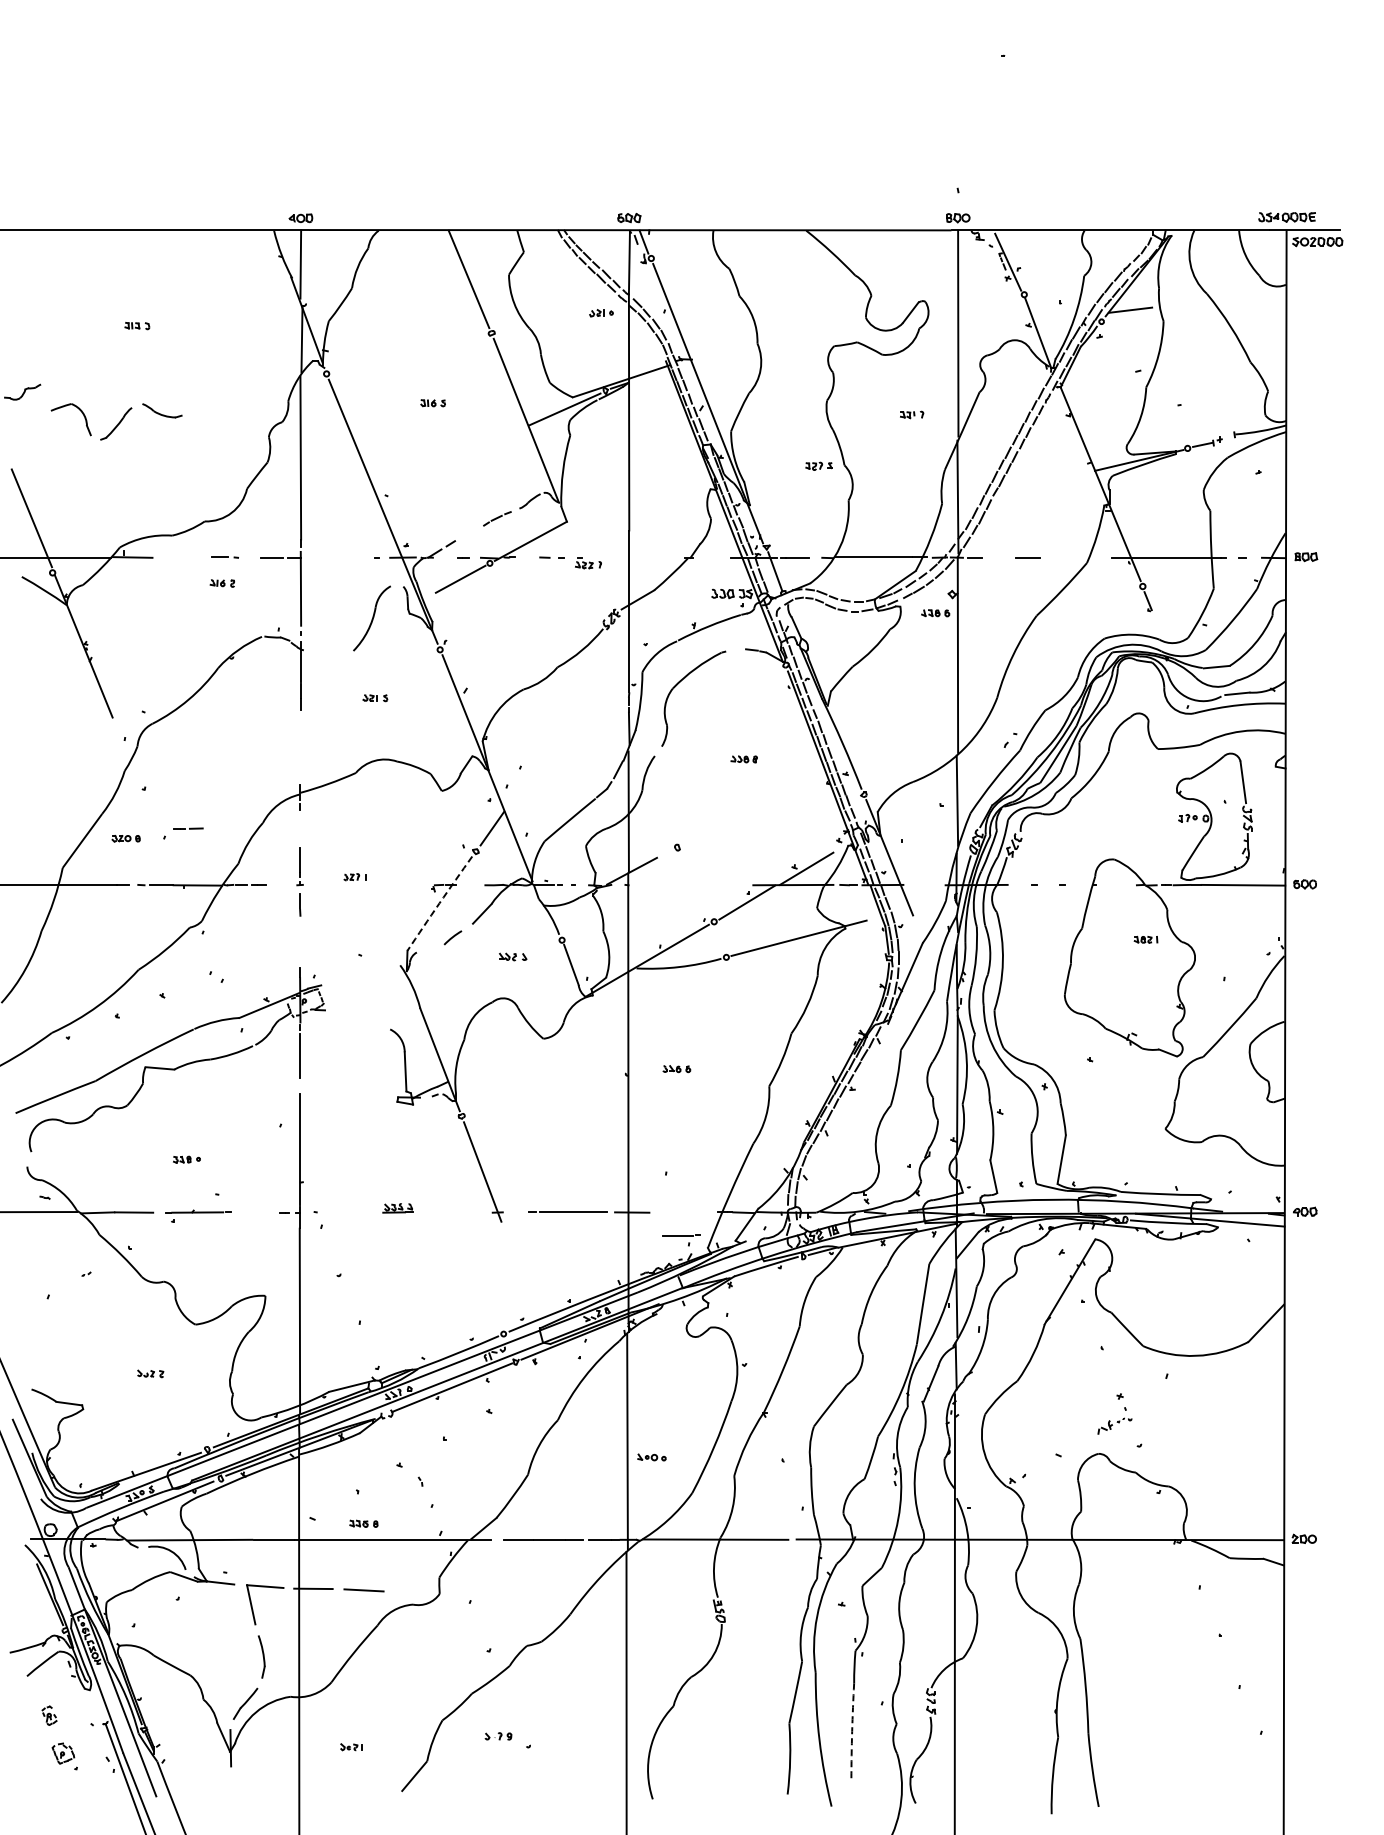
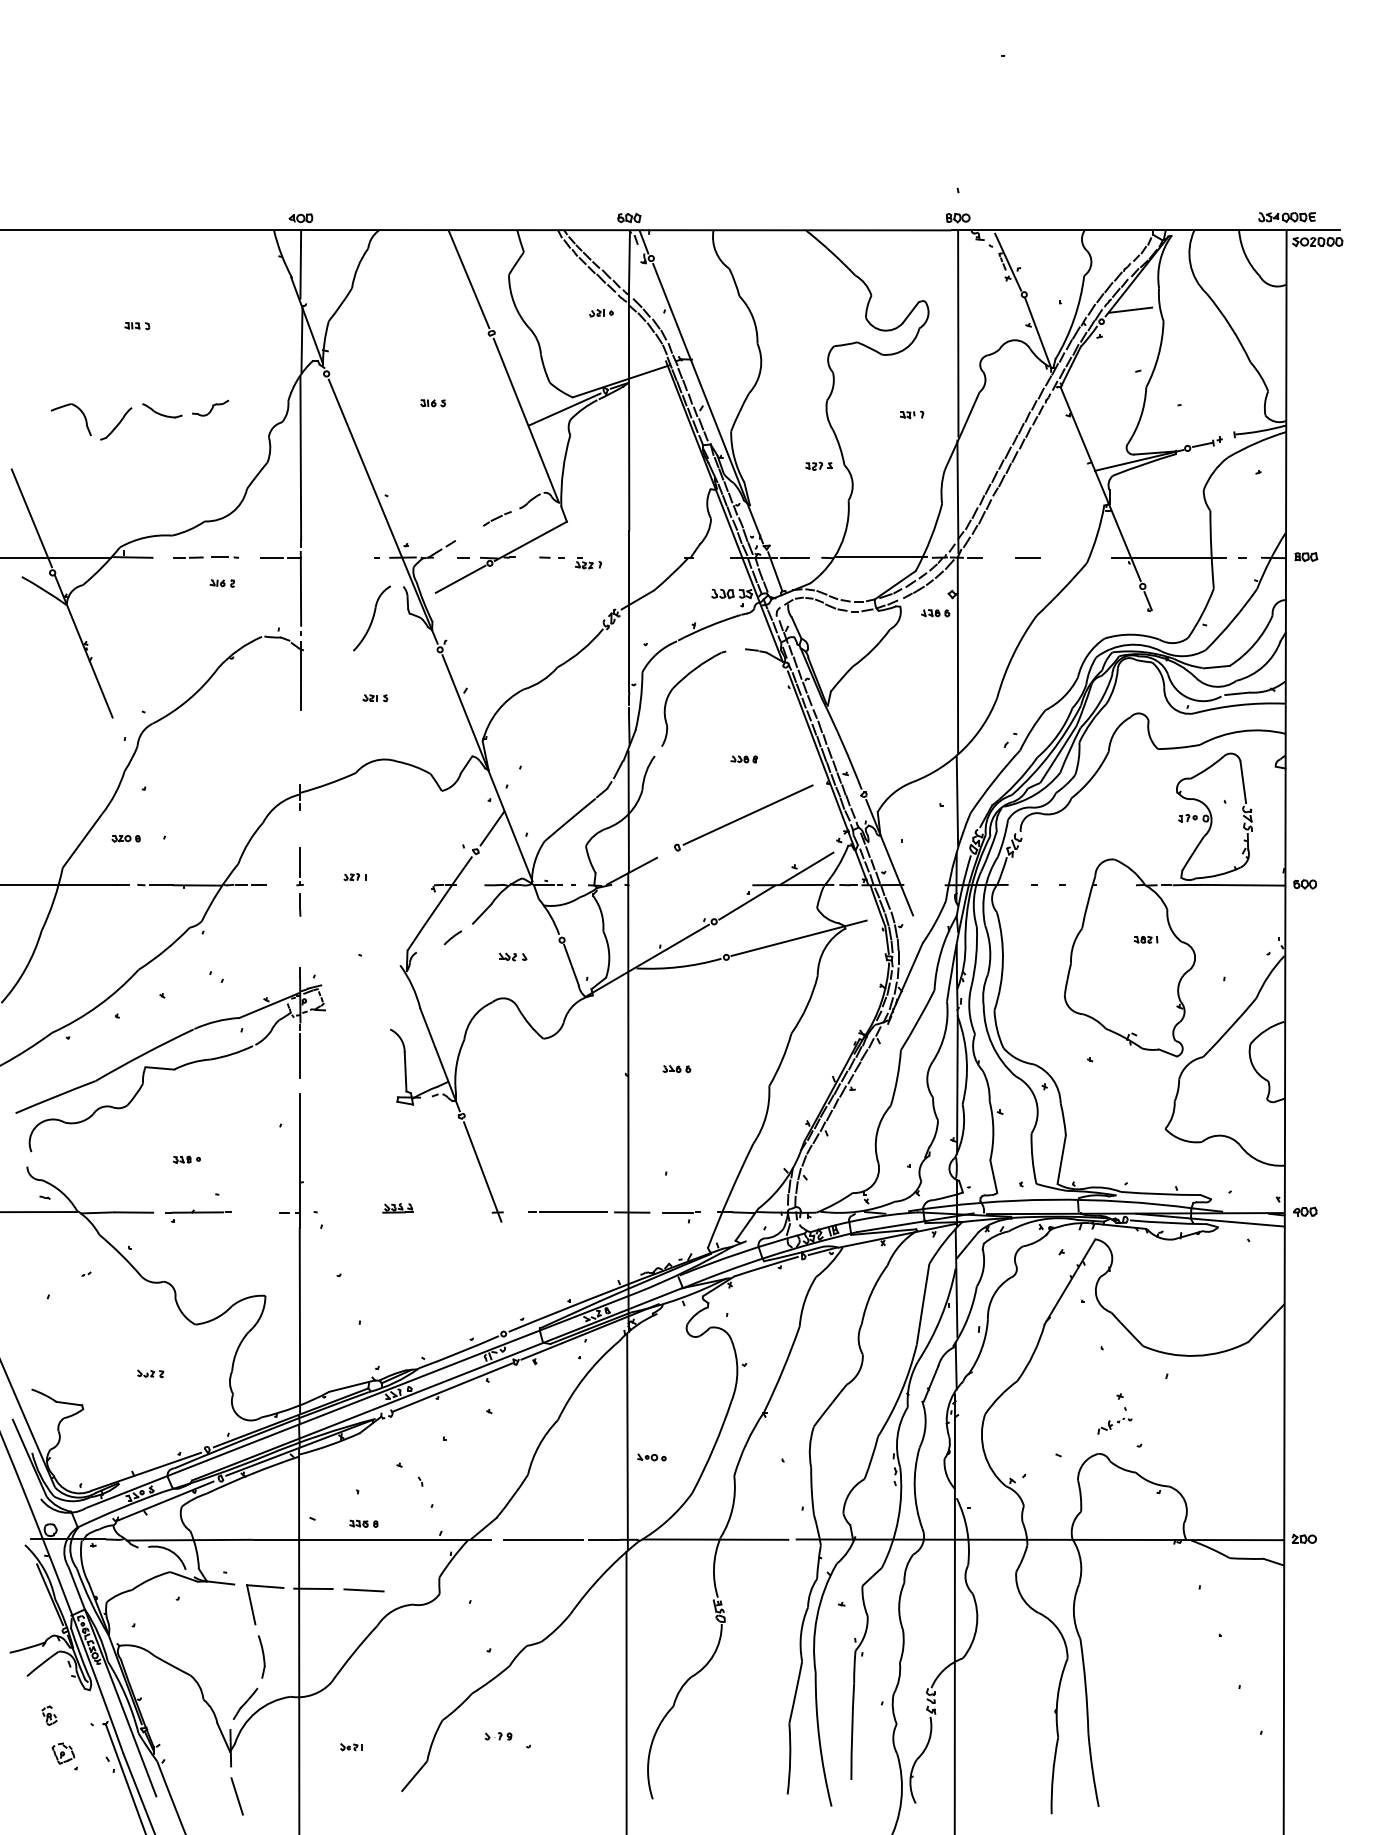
part at (22, 391) position: (22, 391) -> (210, 407)
line at (747, 814): none -> present
line at (189, 828) position: (189, 828) -> (189, 557)
arc at (439, 903): dashed -> solid
part at (681, 1240) position: (681, 1240) -> (681, 1217)
arc at (852, 1731): dashed -> solid
line at (236, 1796): none -> present
